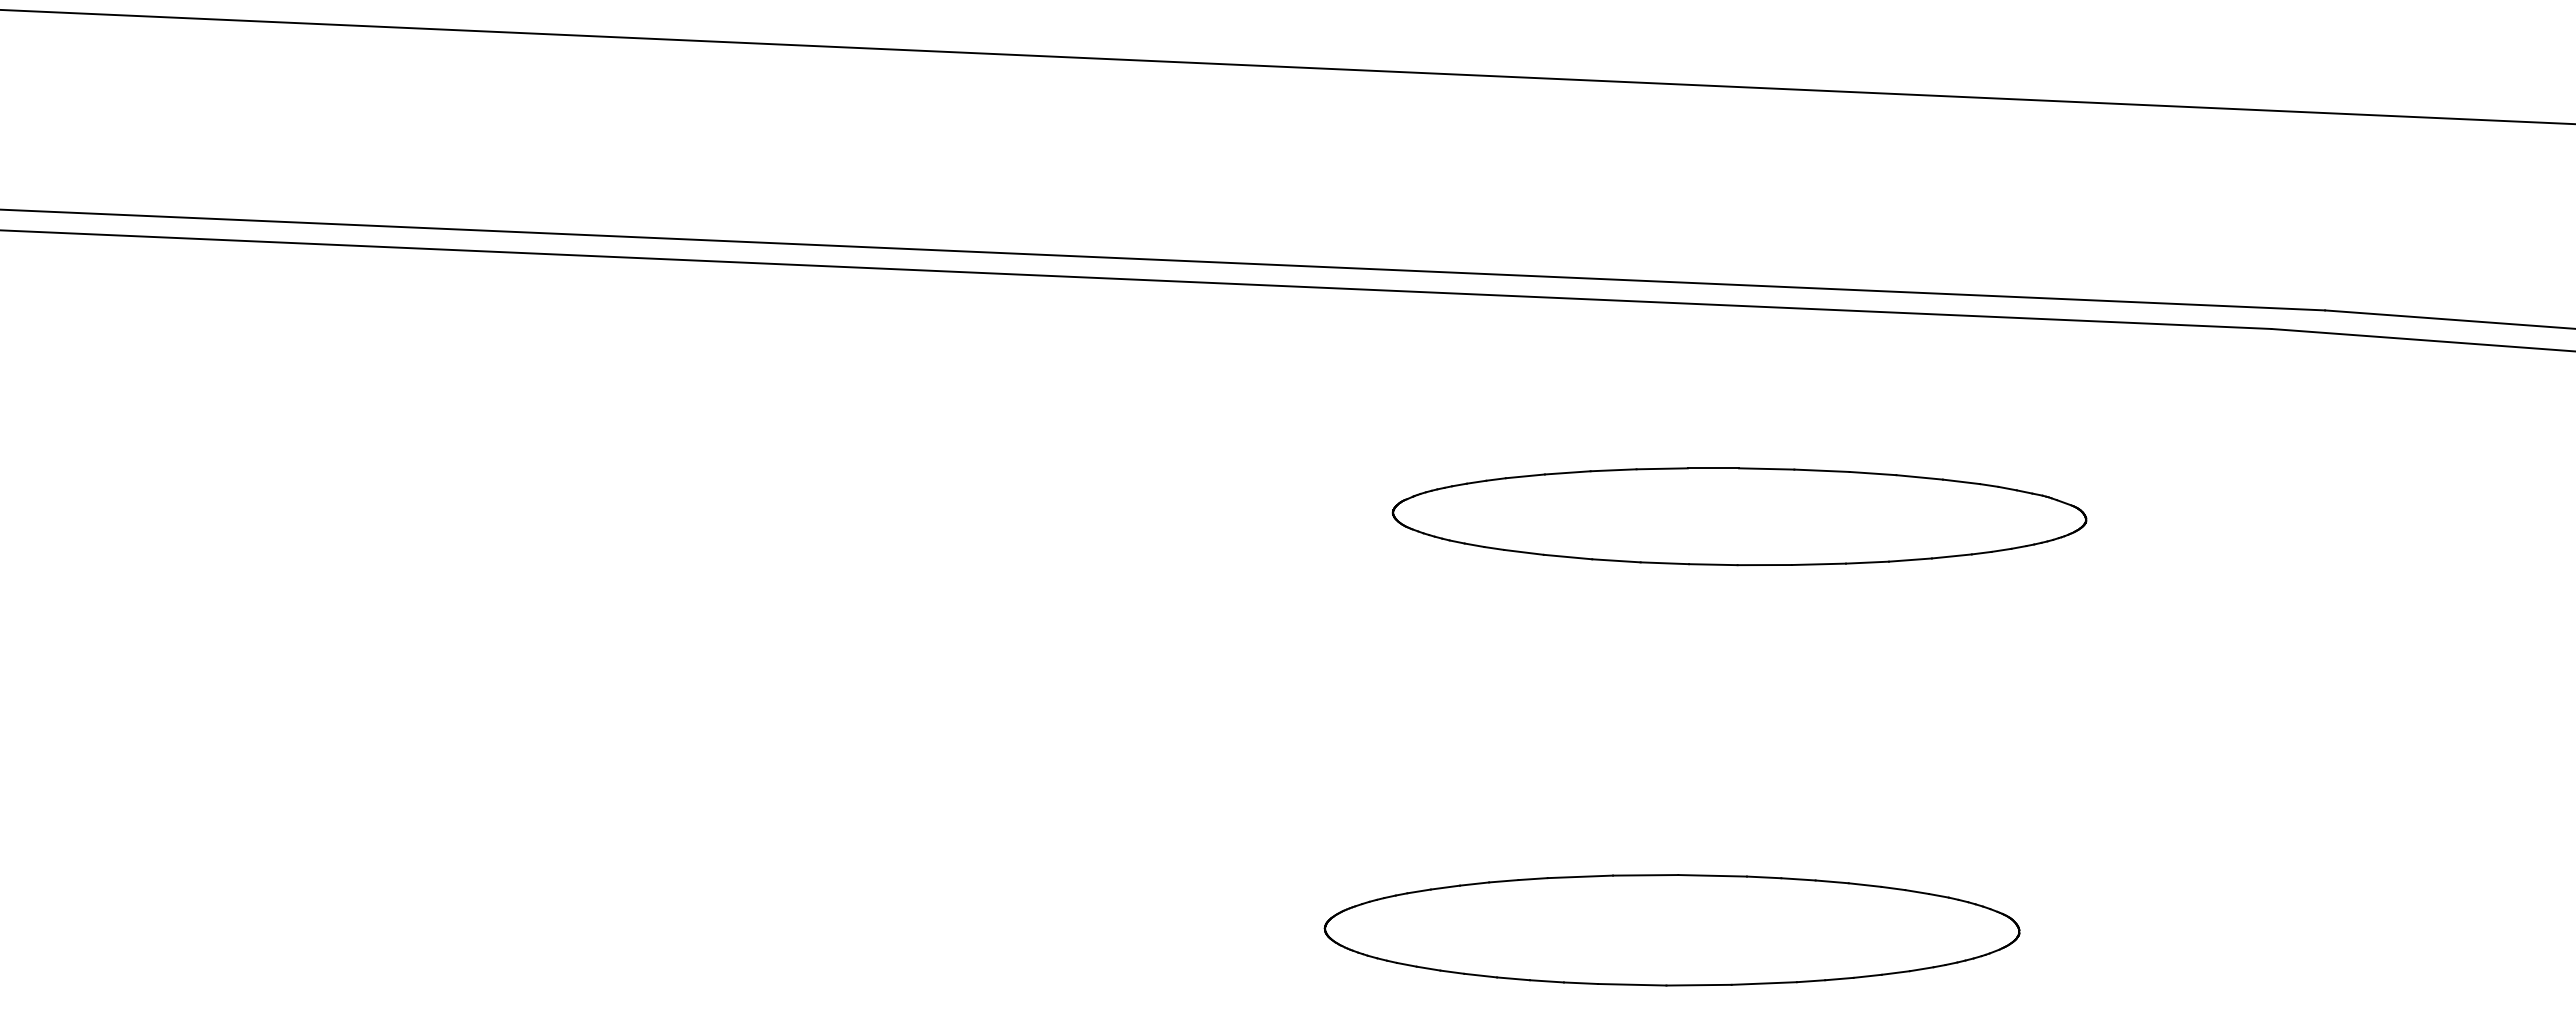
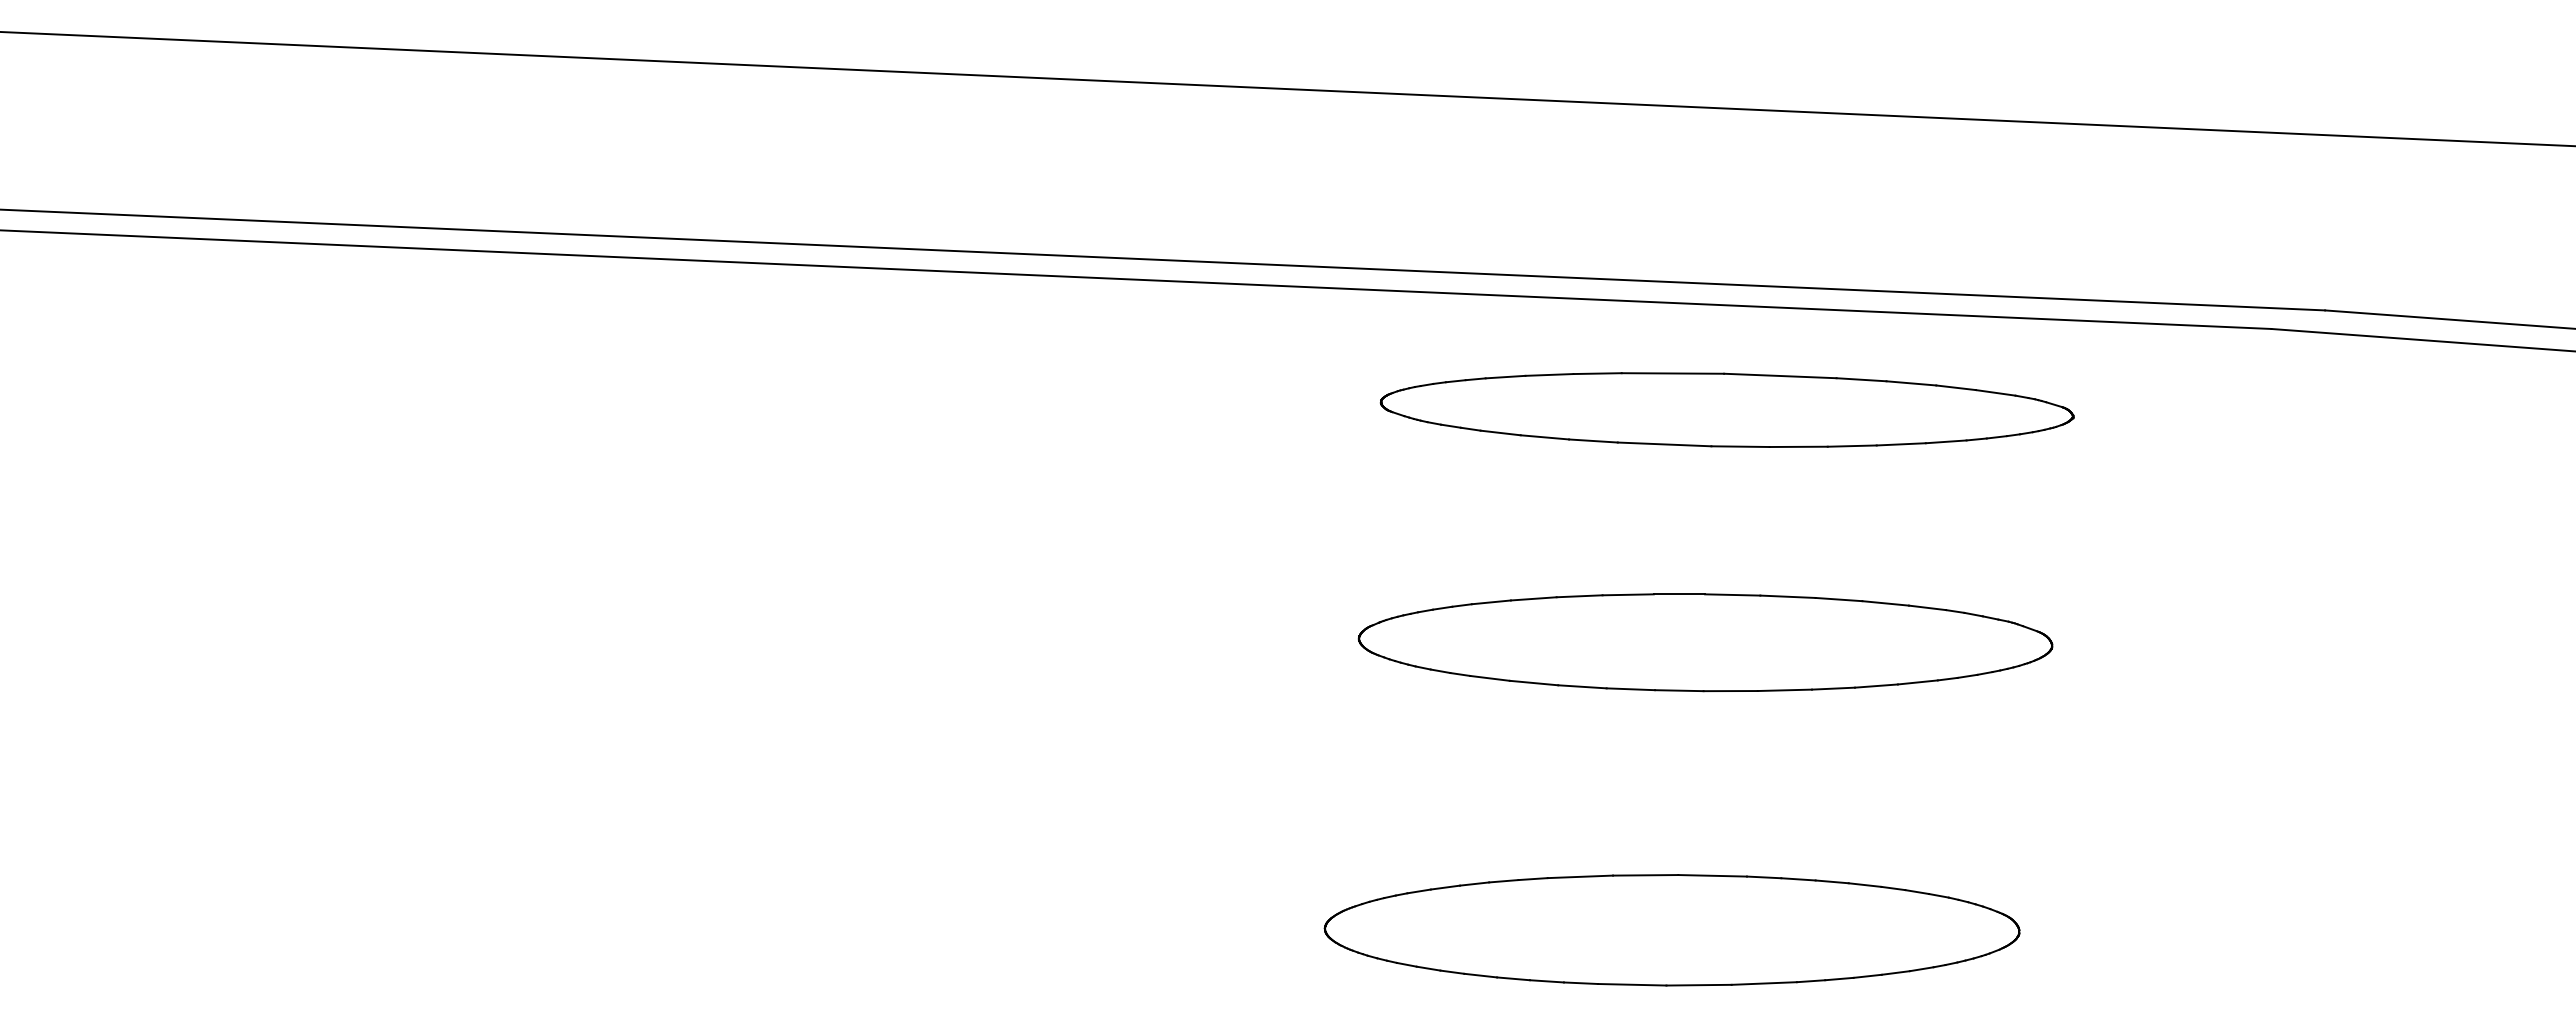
line at (1287, 67) position: (1287, 67) -> (1287, 89)
part at (1726, 409): none -> present
part at (1739, 516) position: (1739, 516) -> (1705, 642)
